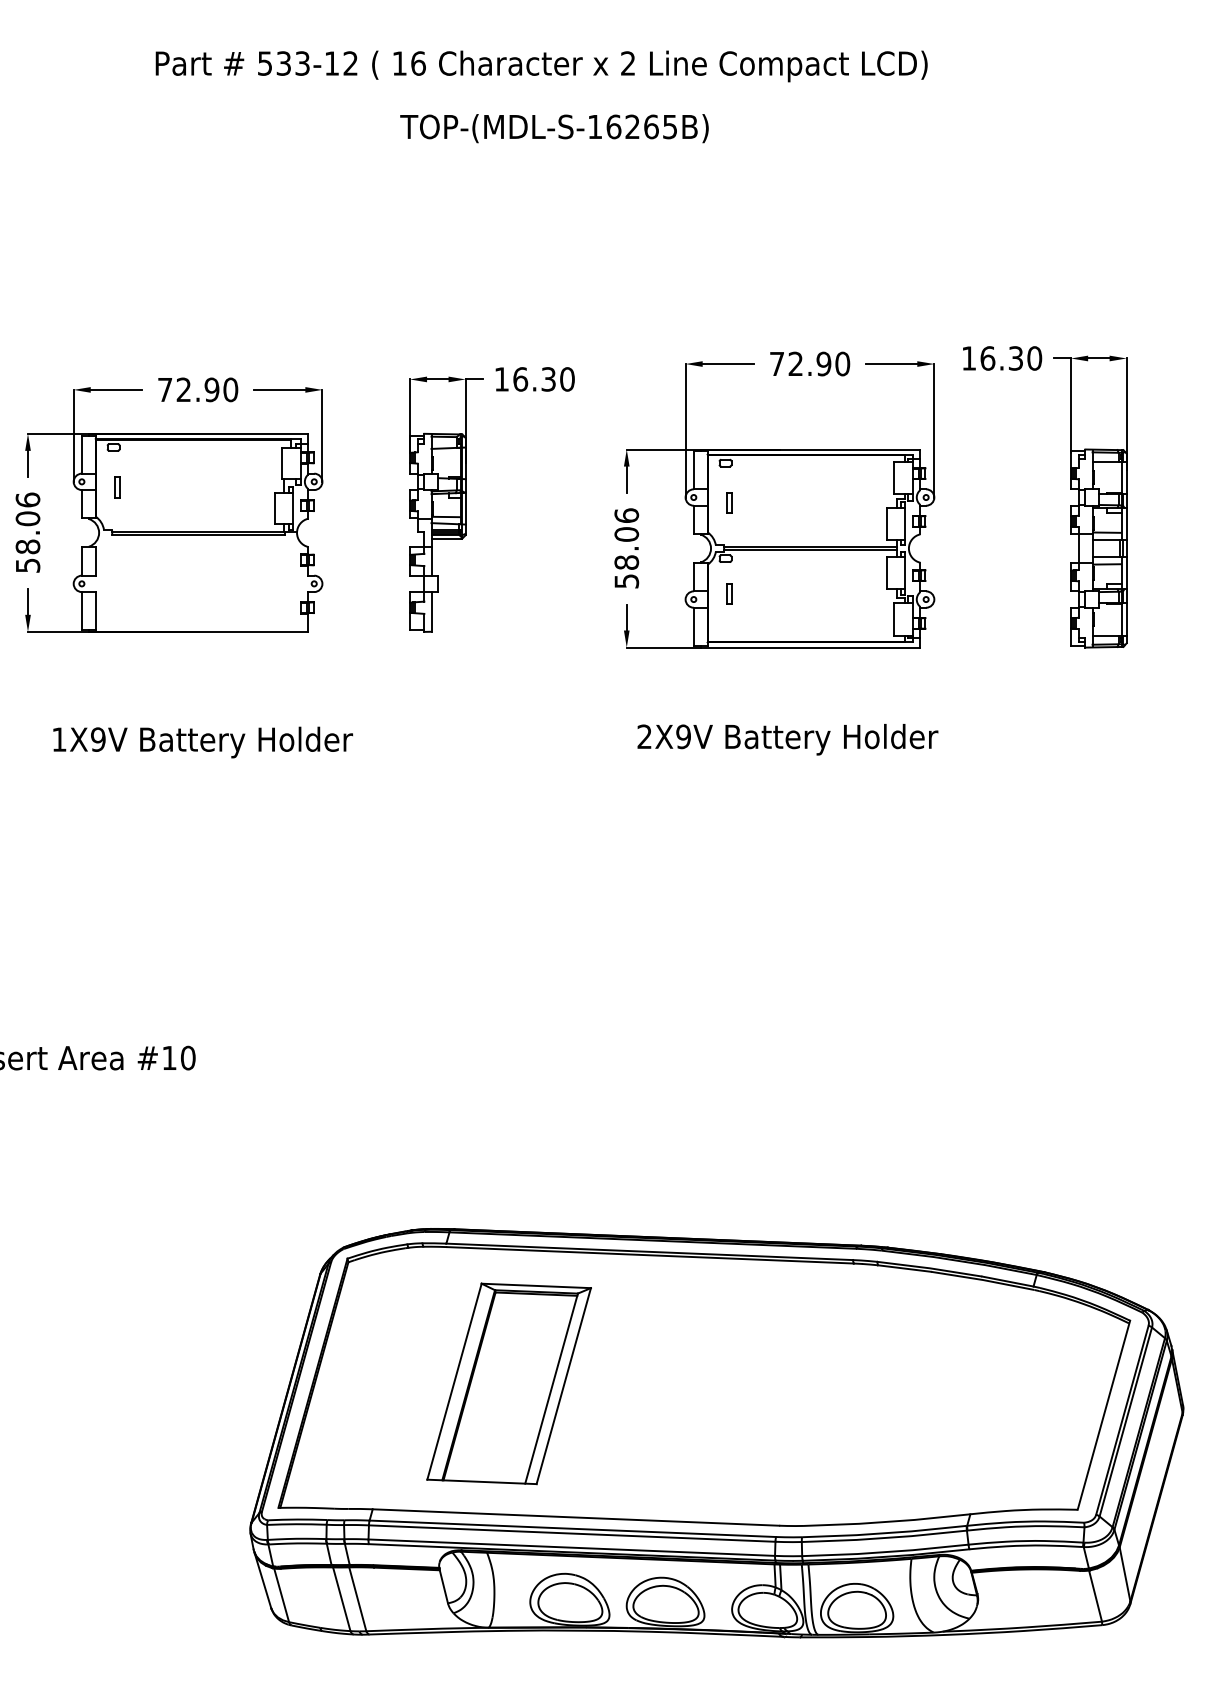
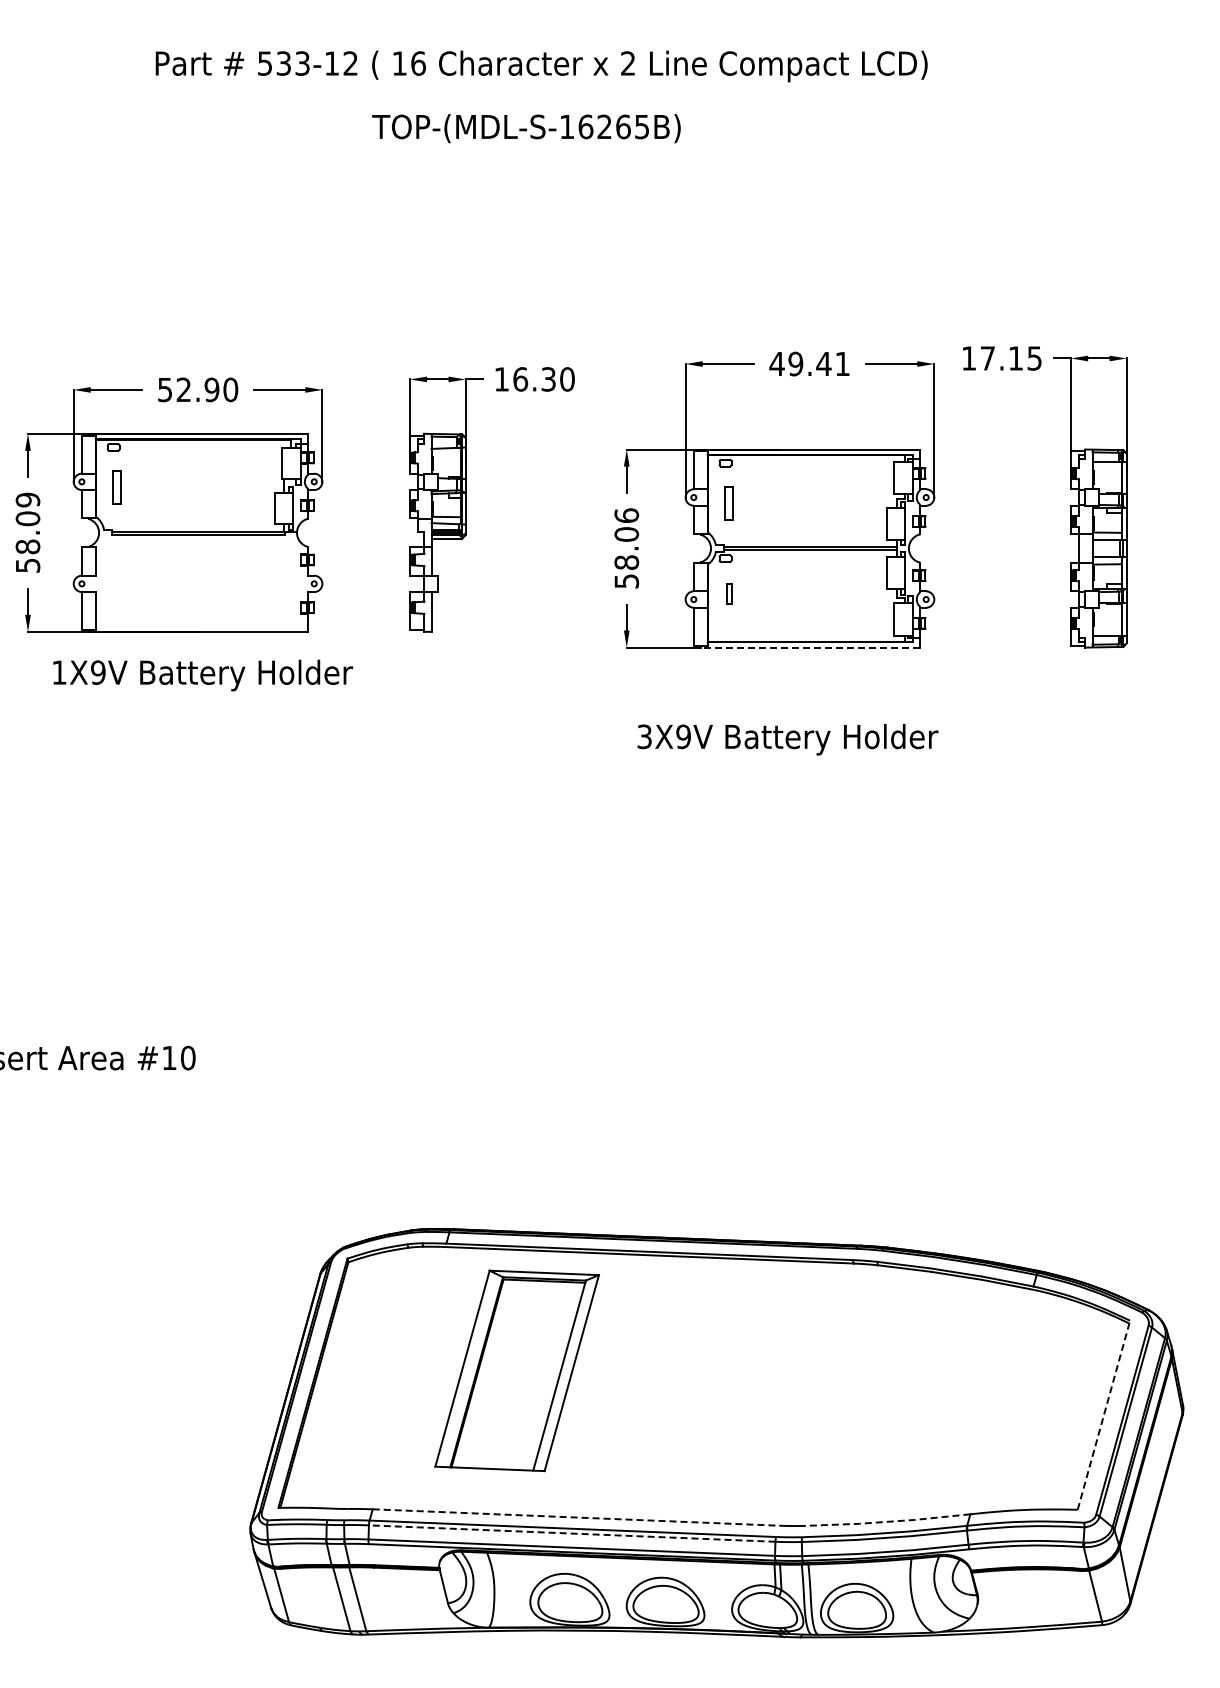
text at (554, 128) position: (554, 128) -> (526, 128)
text at (1011, 358): 16.30 -> 17.15
text at (809, 363): 72.90 -> 49.41
text at (165, 390): 72.90 -> 52.90
part at (117, 487) size: 7x23 px -> 10x35 px
text at (27, 499): 58.06 -> 58.09
part at (729, 502) size: 7x22 px -> 10x35 px
line at (810, 647): solid -> dashed
text at (644, 736): 2X9V -> 3X9V
text at (202, 742) position: (202, 742) -> (202, 675)
part at (508, 1383) position: (508, 1383) -> (516, 1370)
line at (1104, 1414): solid -> dashed
line at (576, 1517): solid -> dashed
line at (887, 1521): solid -> dashed
line at (571, 1533): solid -> dashed
